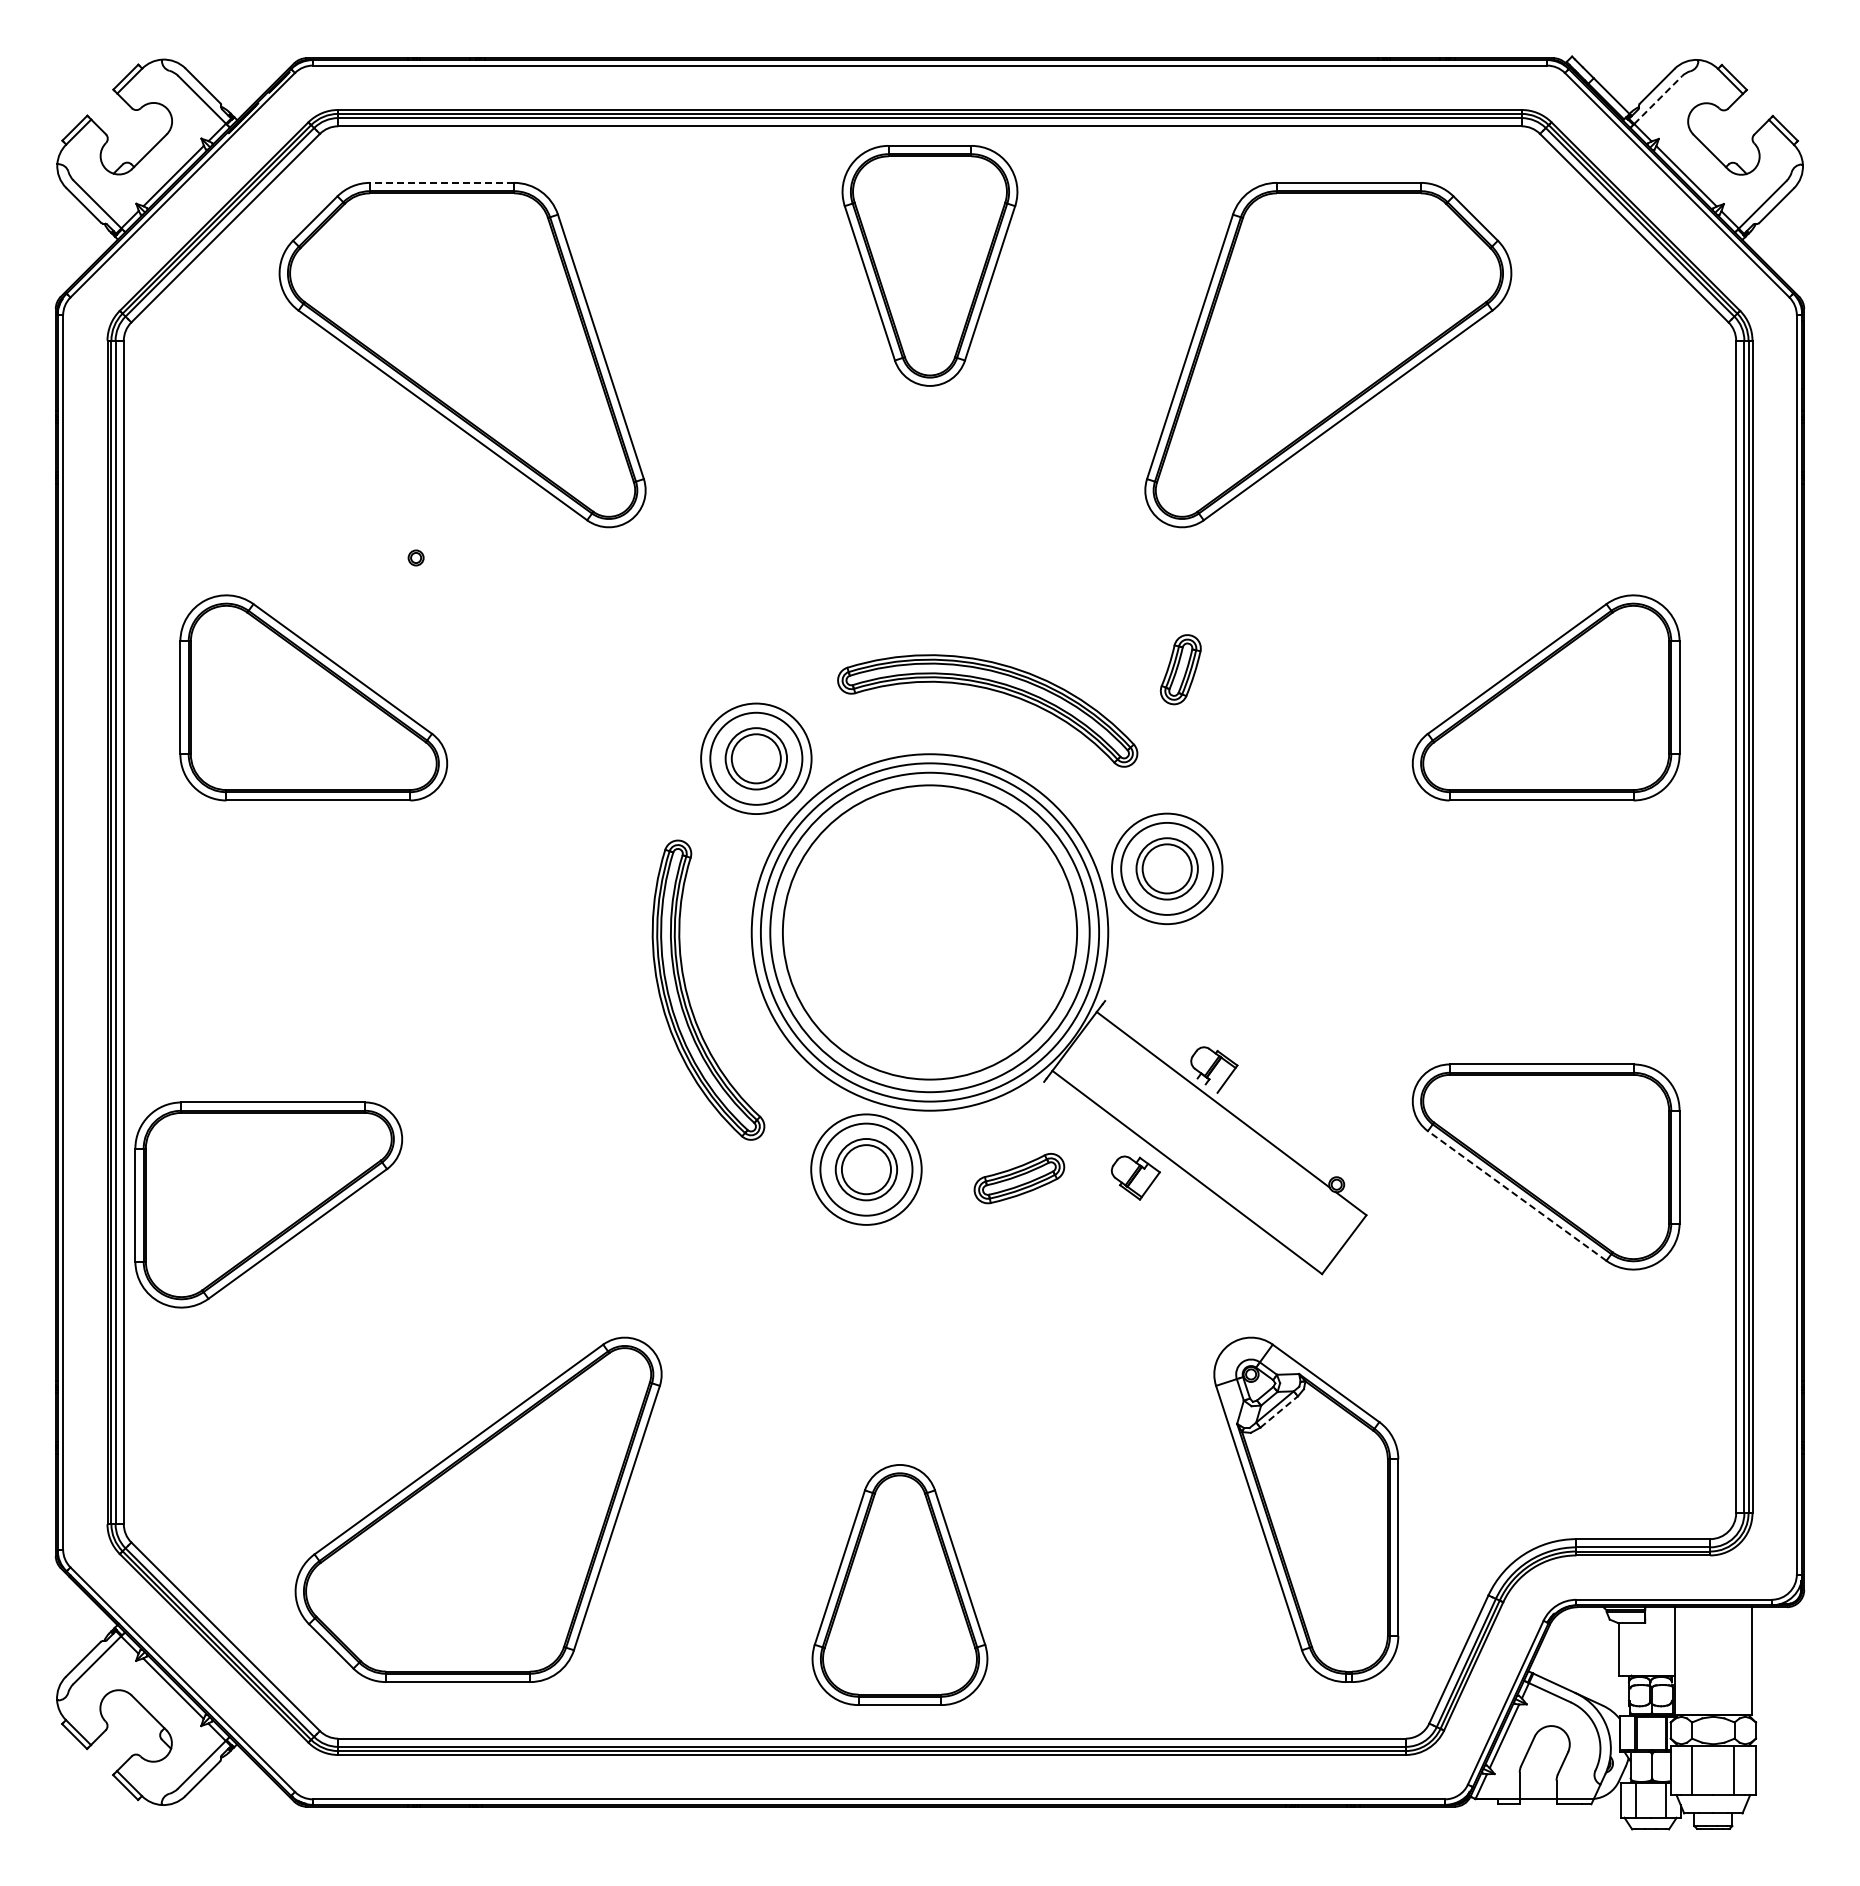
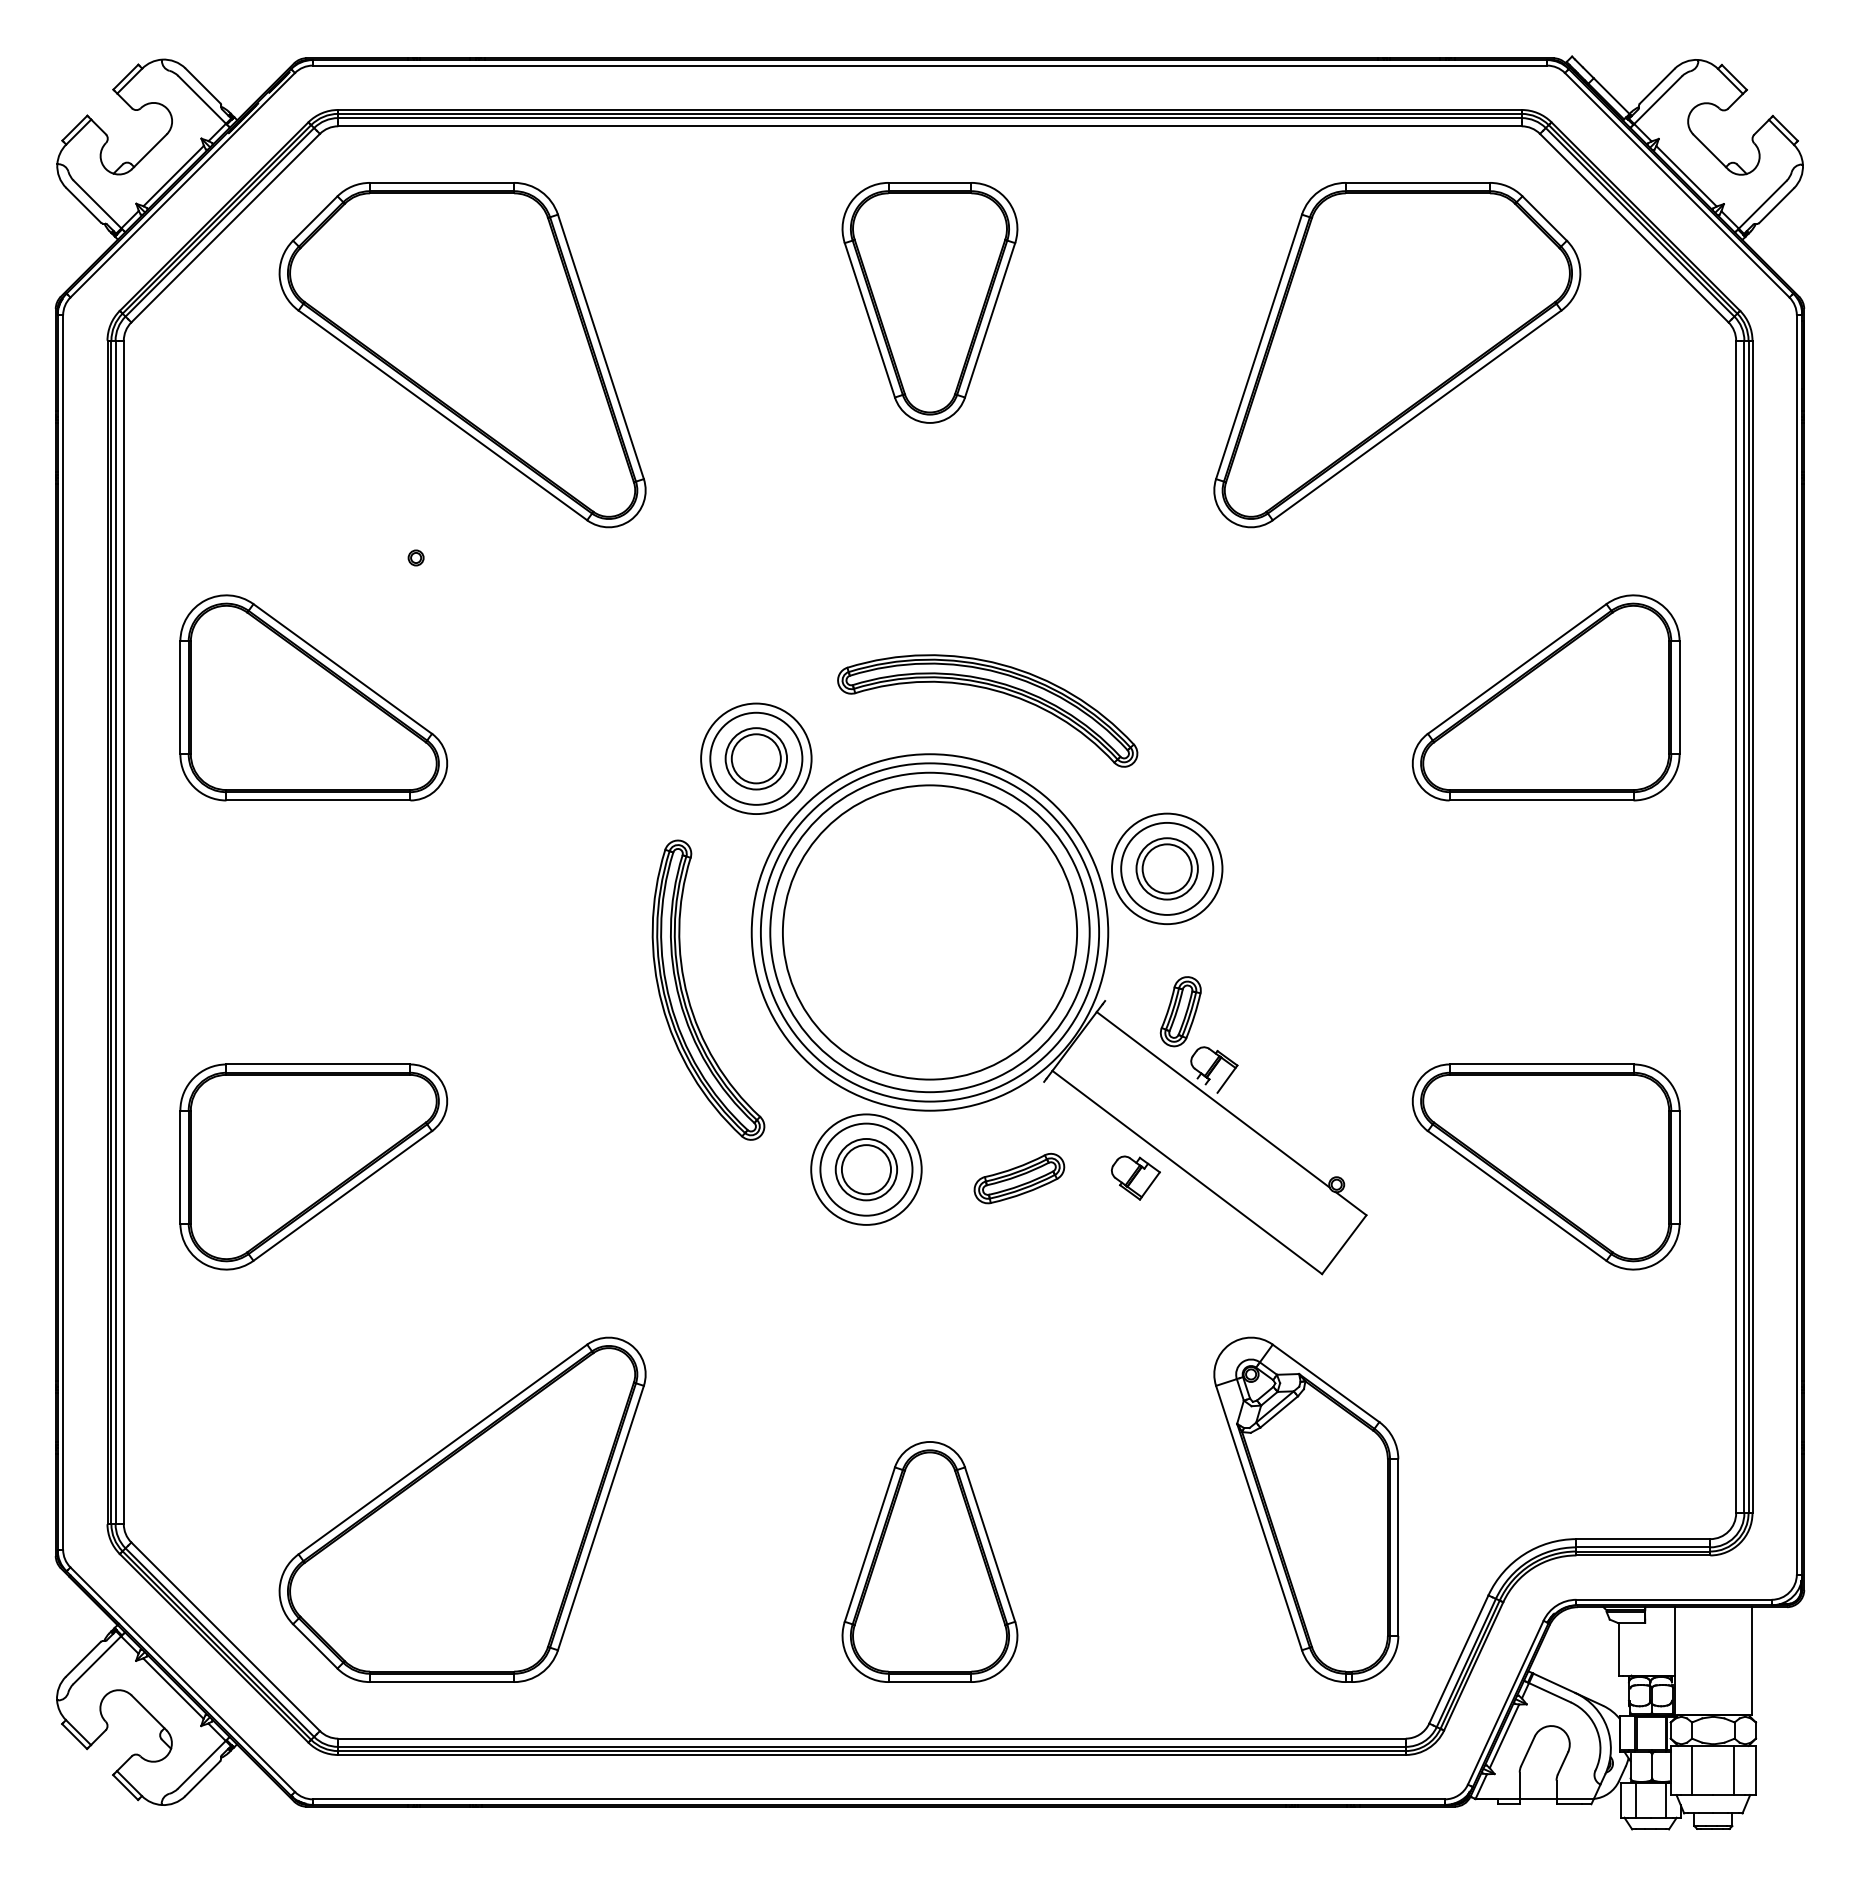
line at (1658, 100): dashed -> solid
line at (441, 182): dashed -> solid
part at (929, 265) position: (929, 265) -> (929, 302)
part at (1328, 355) position: (1328, 355) -> (1397, 355)
part at (1180, 669) position: (1180, 669) -> (1180, 1011)
line at (1516, 1195): dashed -> solid
part at (268, 1204) position: (268, 1204) -> (313, 1166)
line at (1279, 1411): dashed -> solid
part at (478, 1509) position: (478, 1509) -> (462, 1509)
part at (899, 1584) position: (899, 1584) -> (929, 1561)
